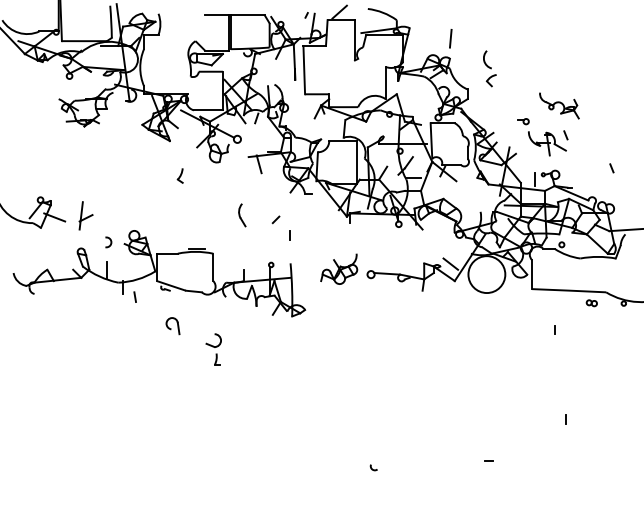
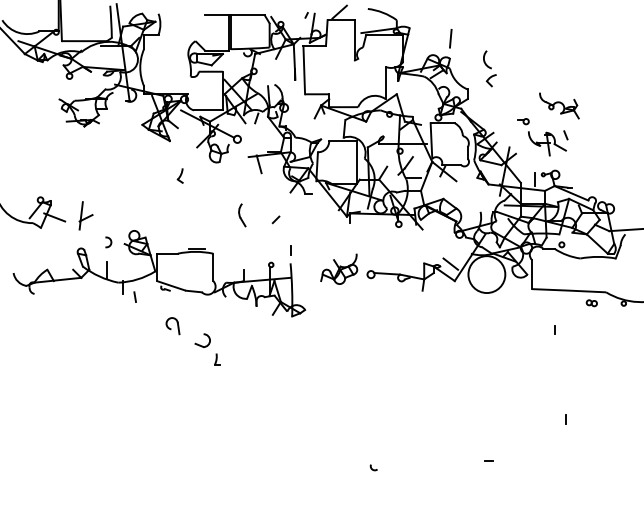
line at (611, 168): present -> none
line at (289, 235) position: (289, 235) -> (290, 250)
part at (213, 340) position: (213, 340) -> (202, 340)
